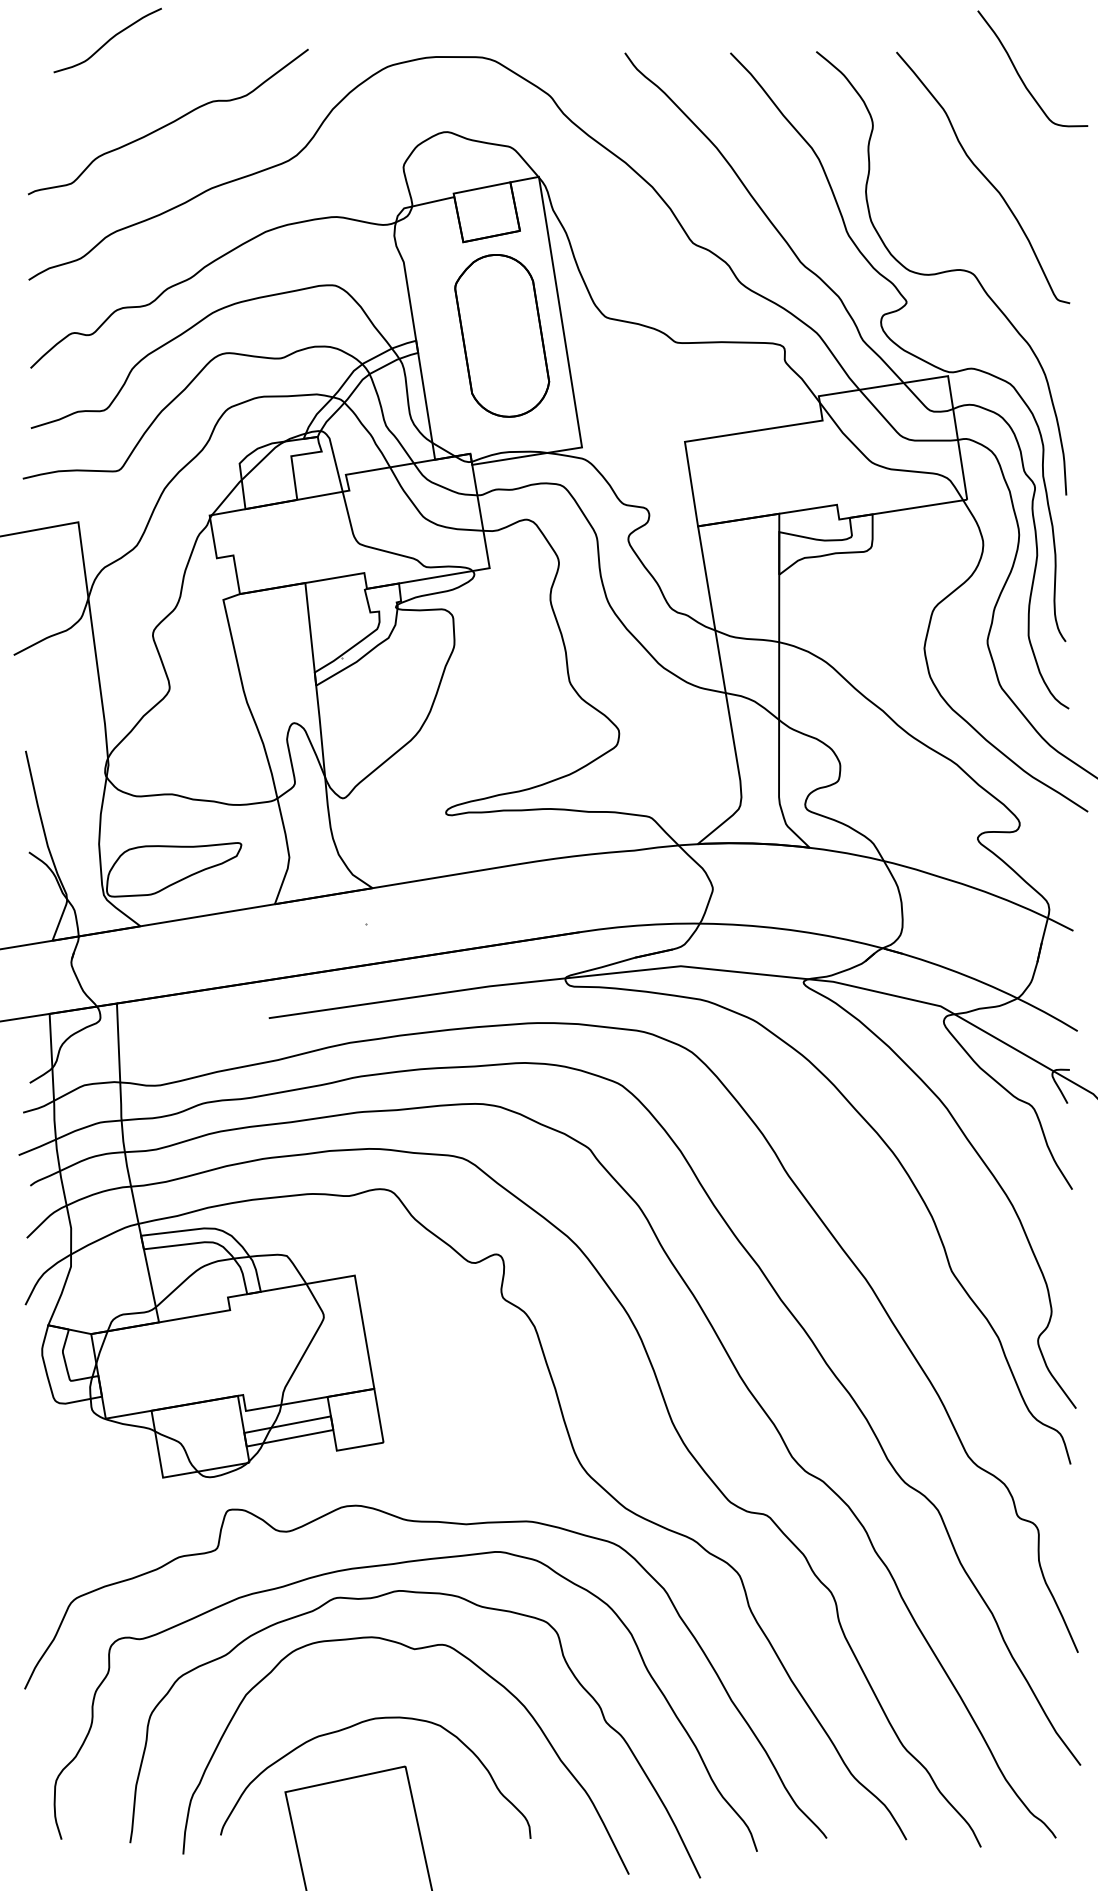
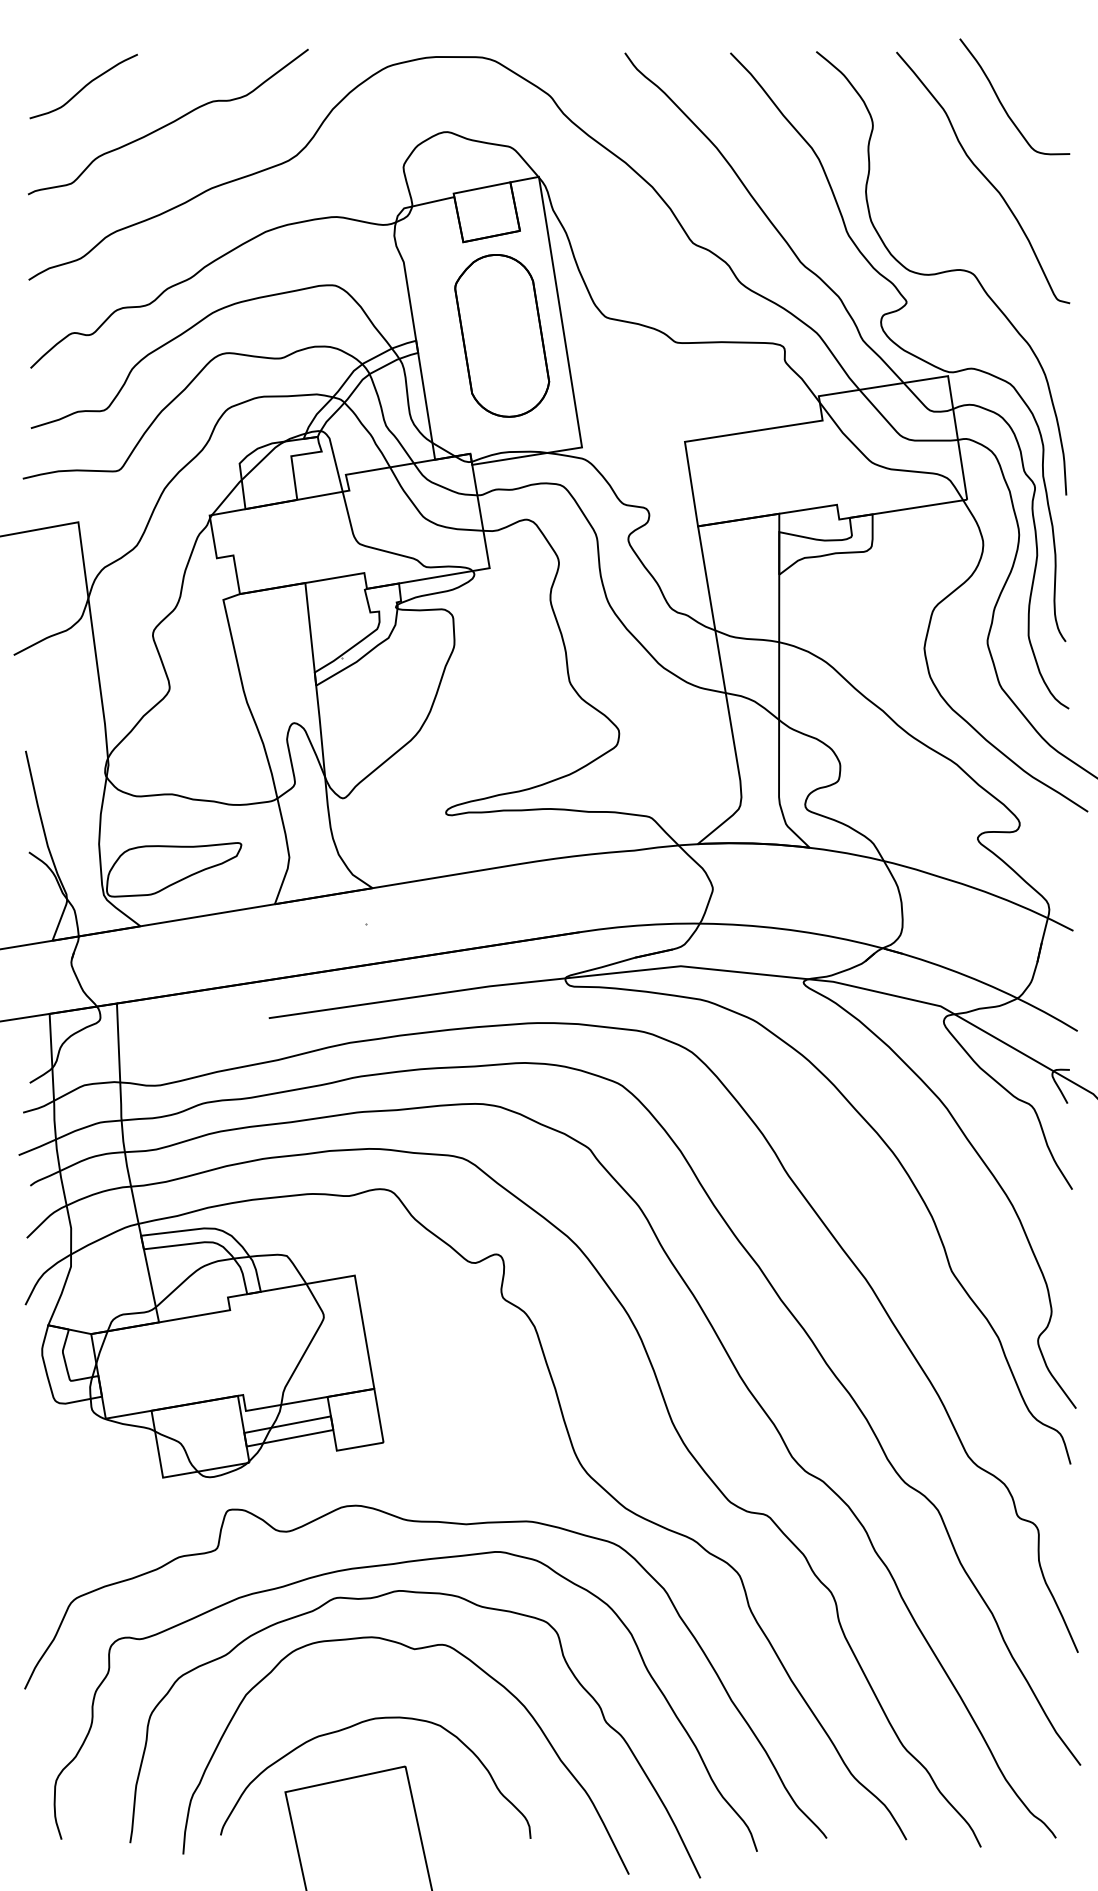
curve at (107, 40) position: (107, 40) -> (83, 86)
curve at (1020, 75) position: (1020, 75) -> (1002, 103)
